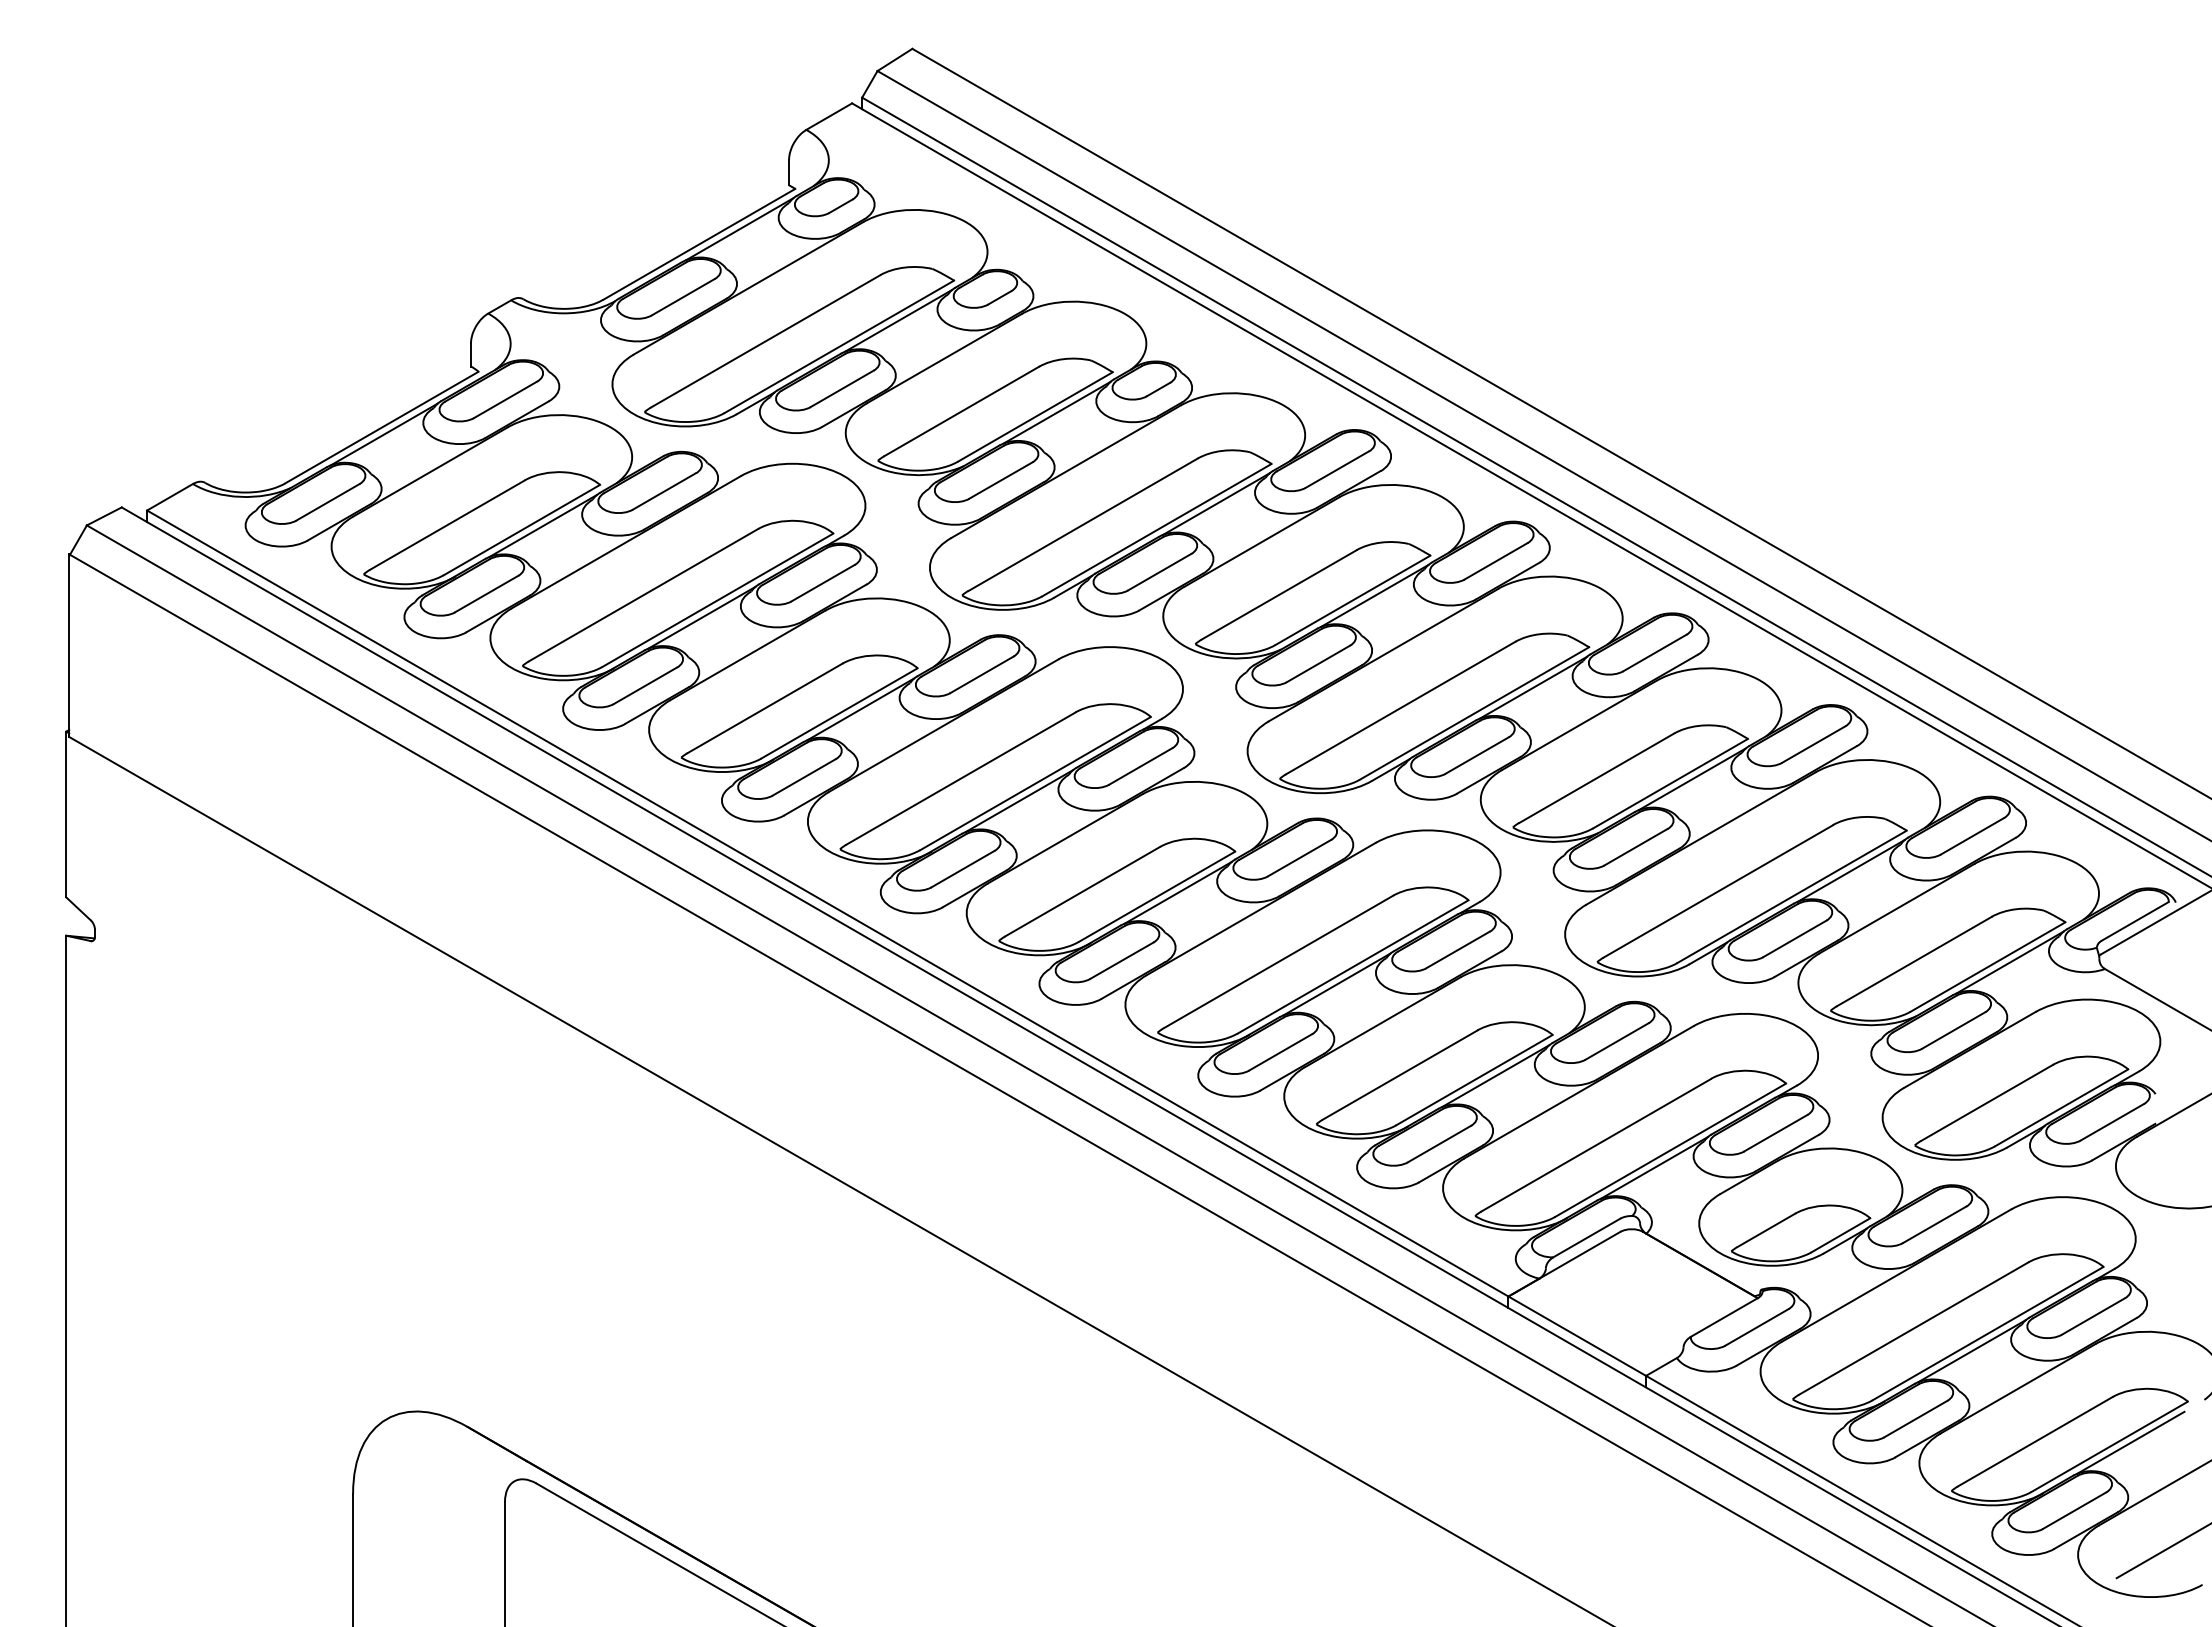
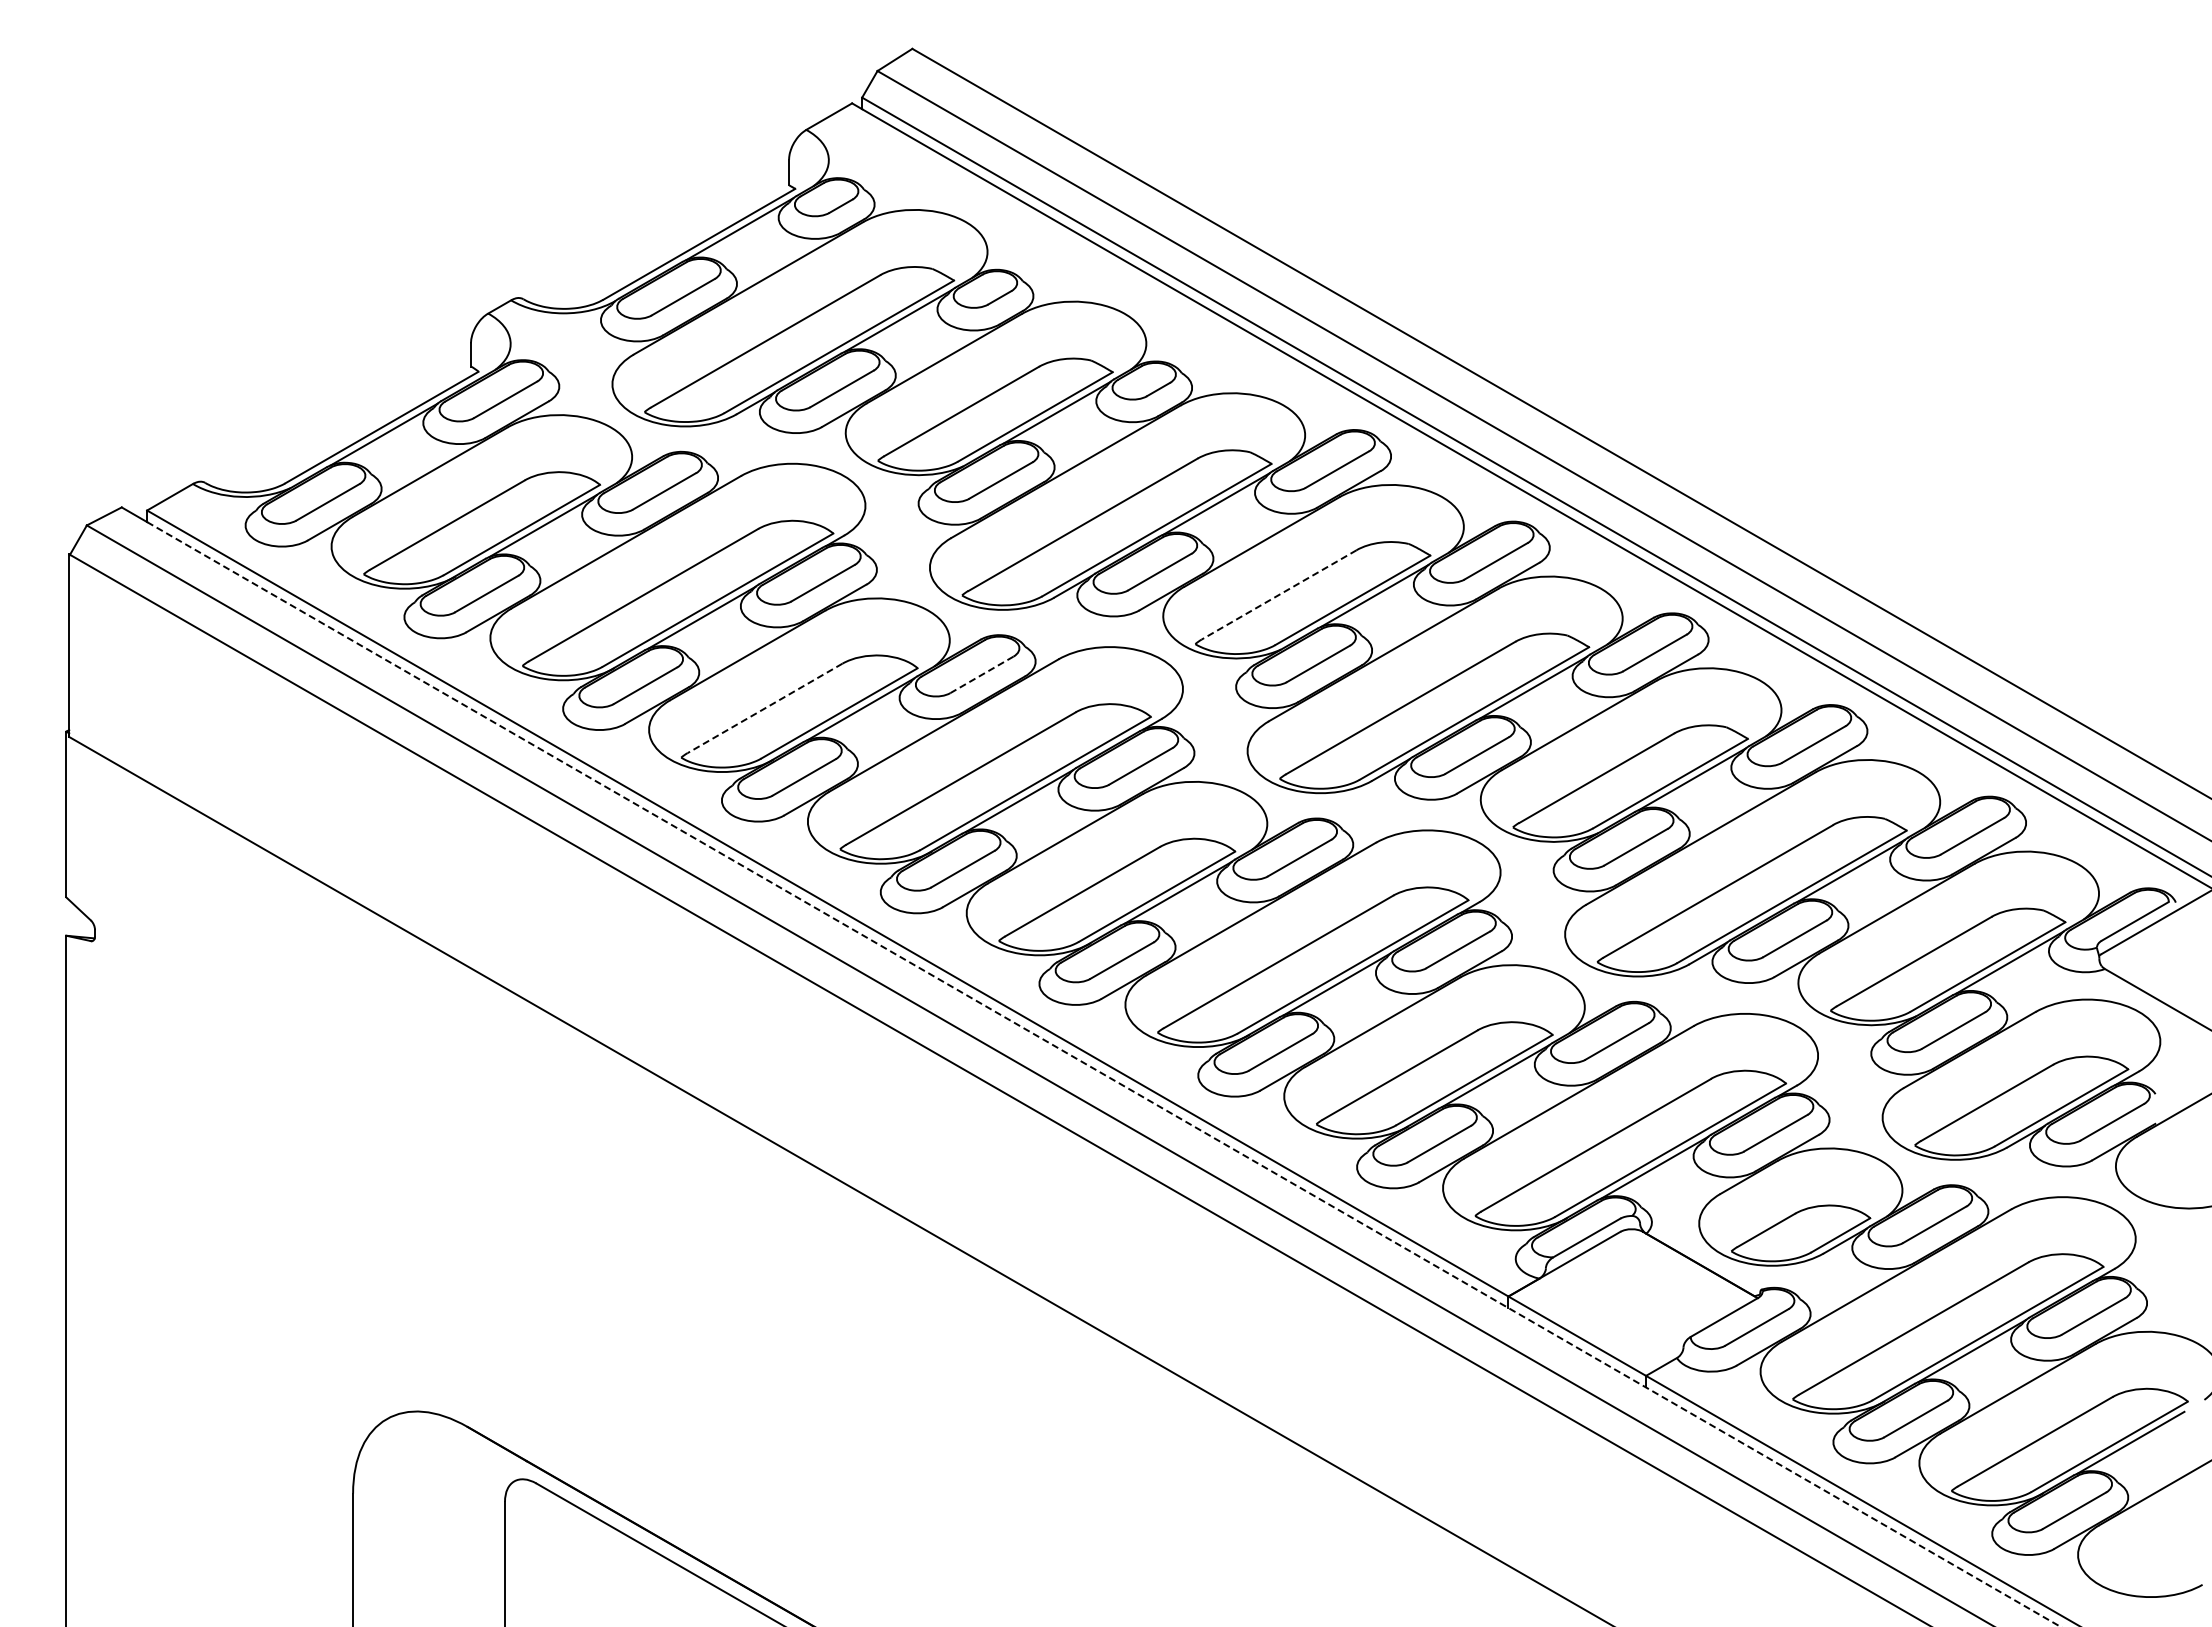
line at (1278, 595): solid -> dashed
line at (981, 675): solid -> dashed
line at (764, 708): solid -> dashed
line at (1103, 1074): solid -> dashed
line at (2162, 1551): present -> none
